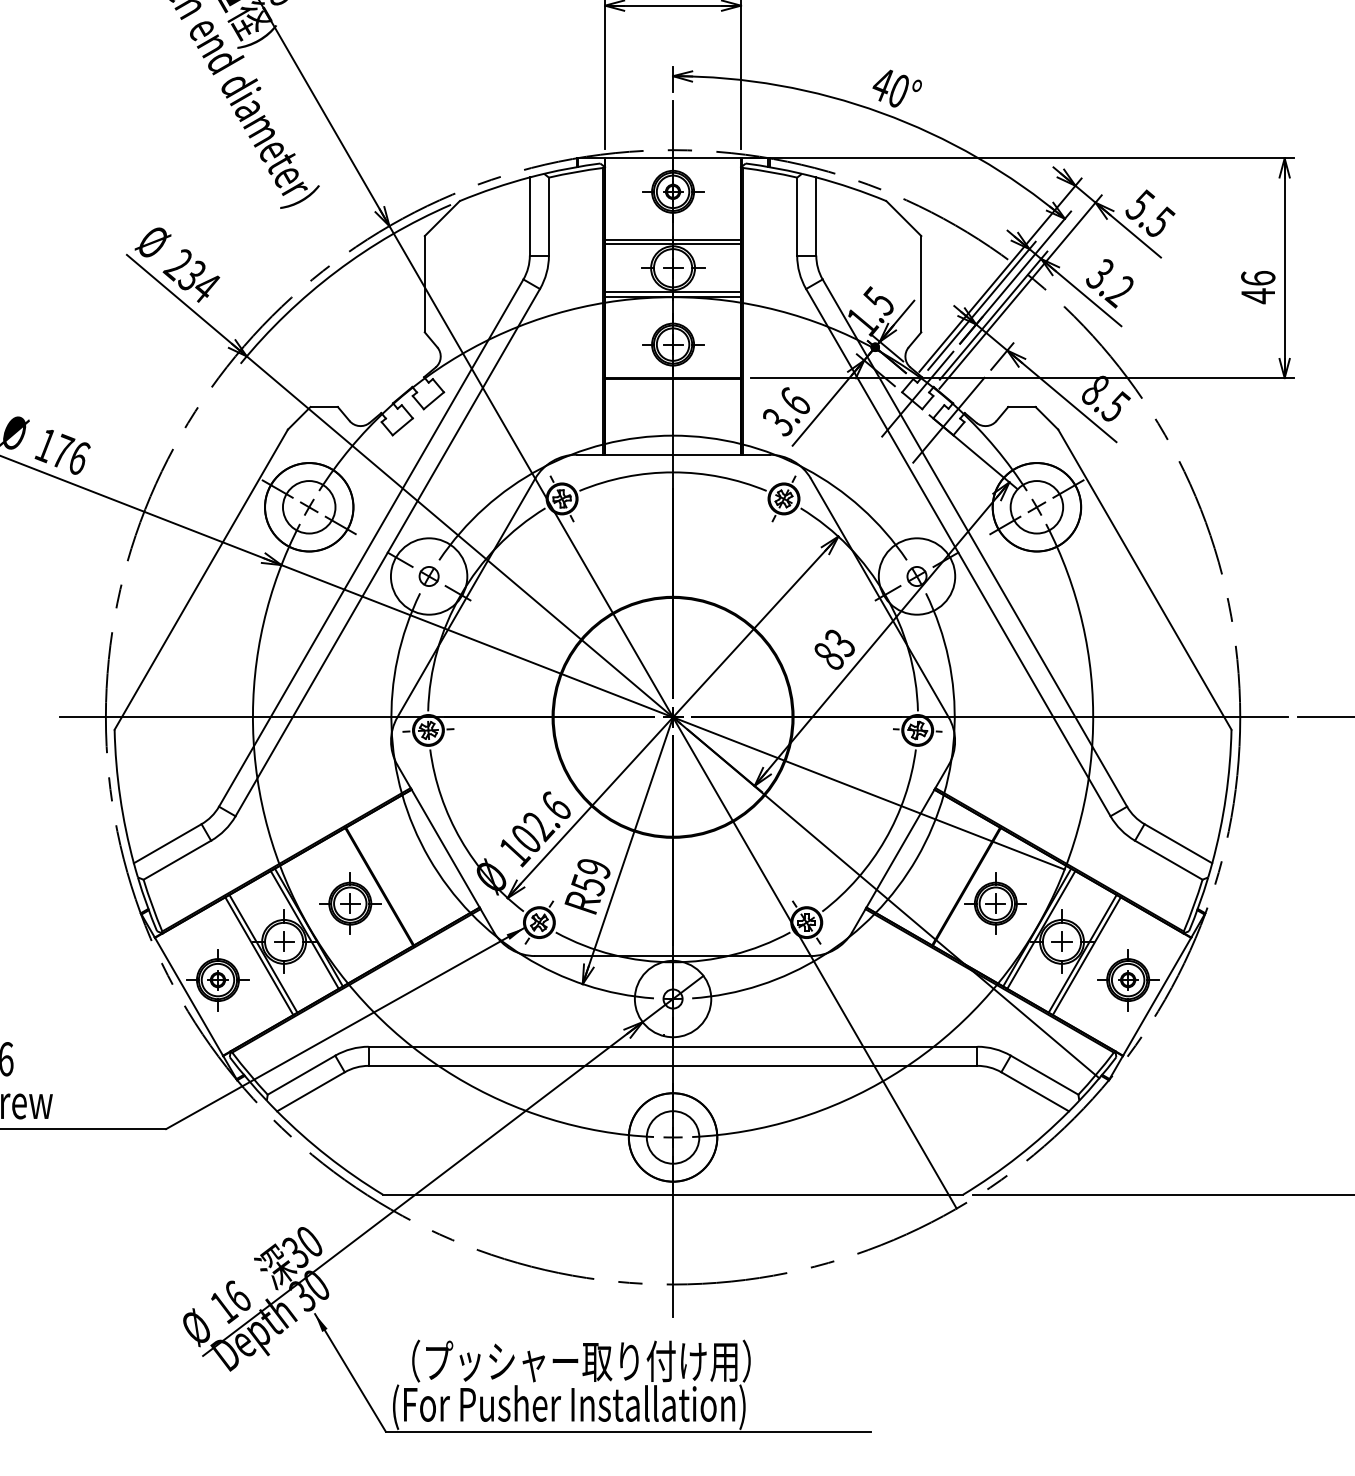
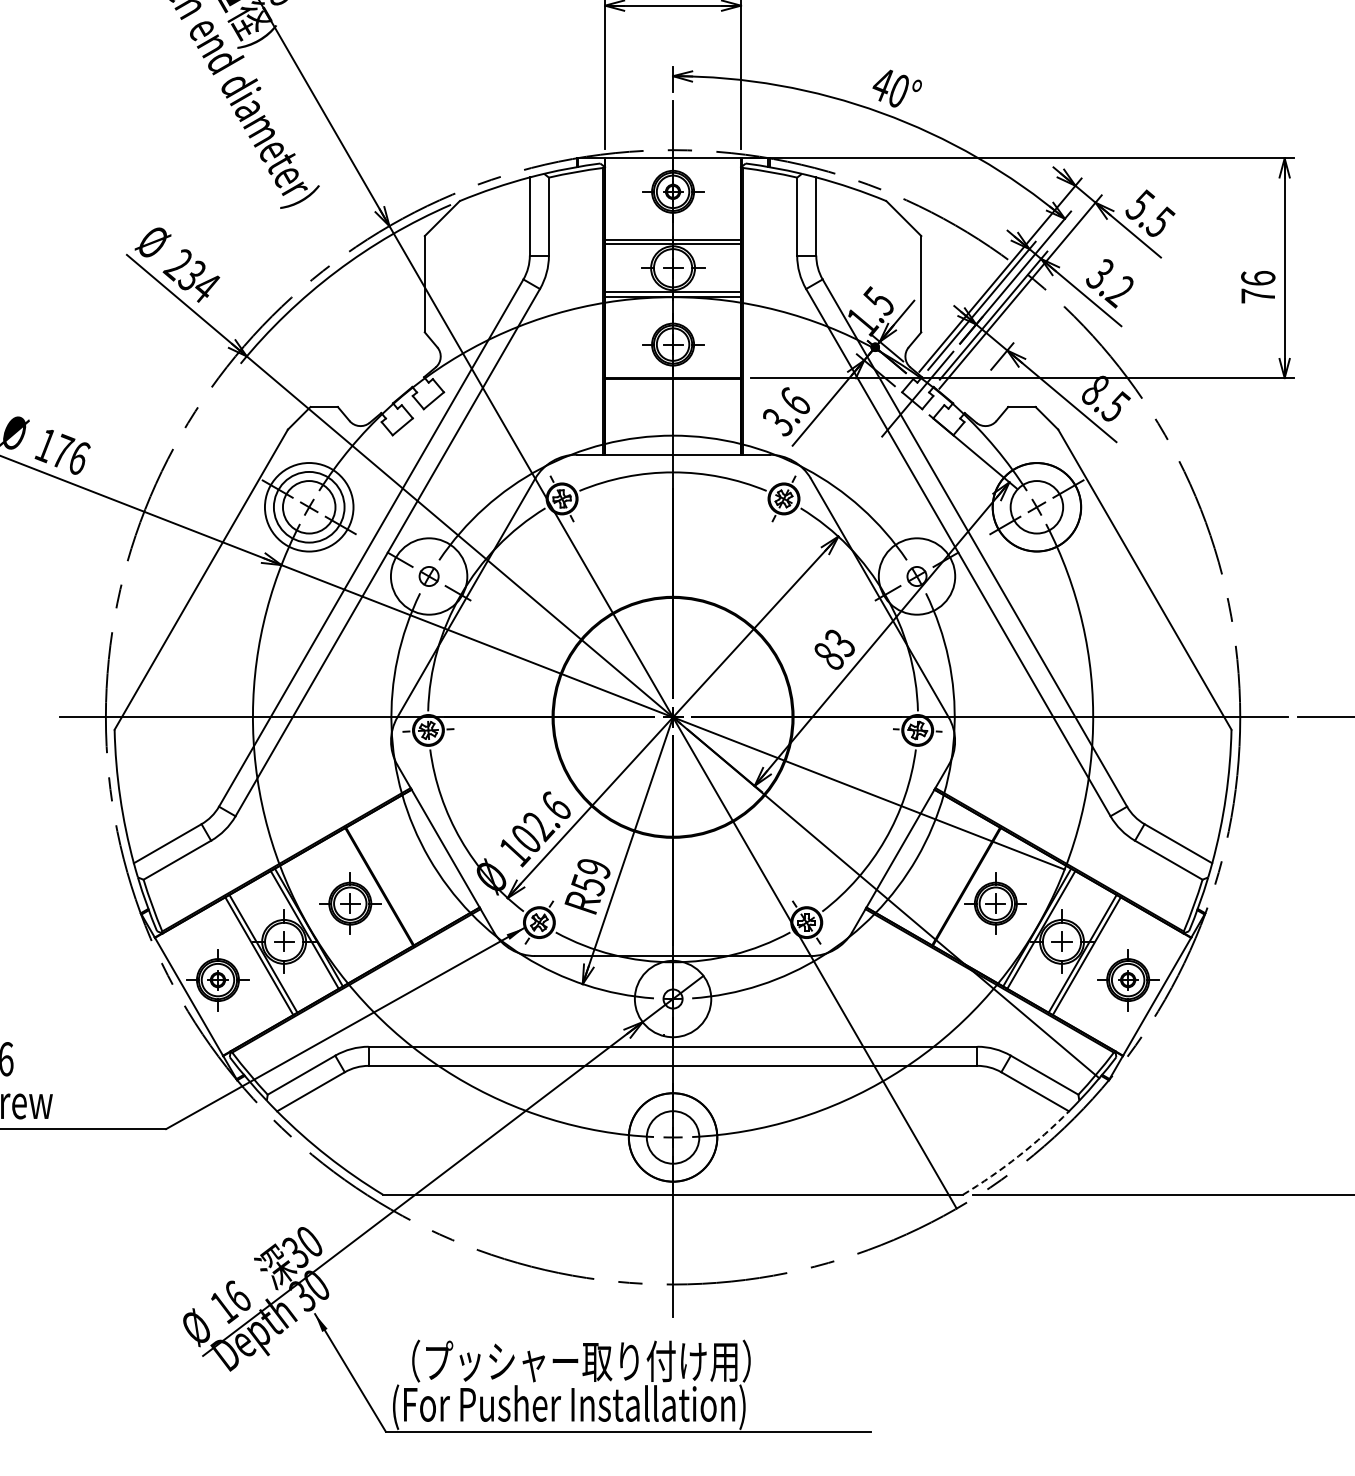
text at (1257, 296): 46 -> 76
line at (948, 420): present -> none
circle at (309, 507) diameter: 88 px -> 71 px
arc at (1018, 1156): solid -> dashed
